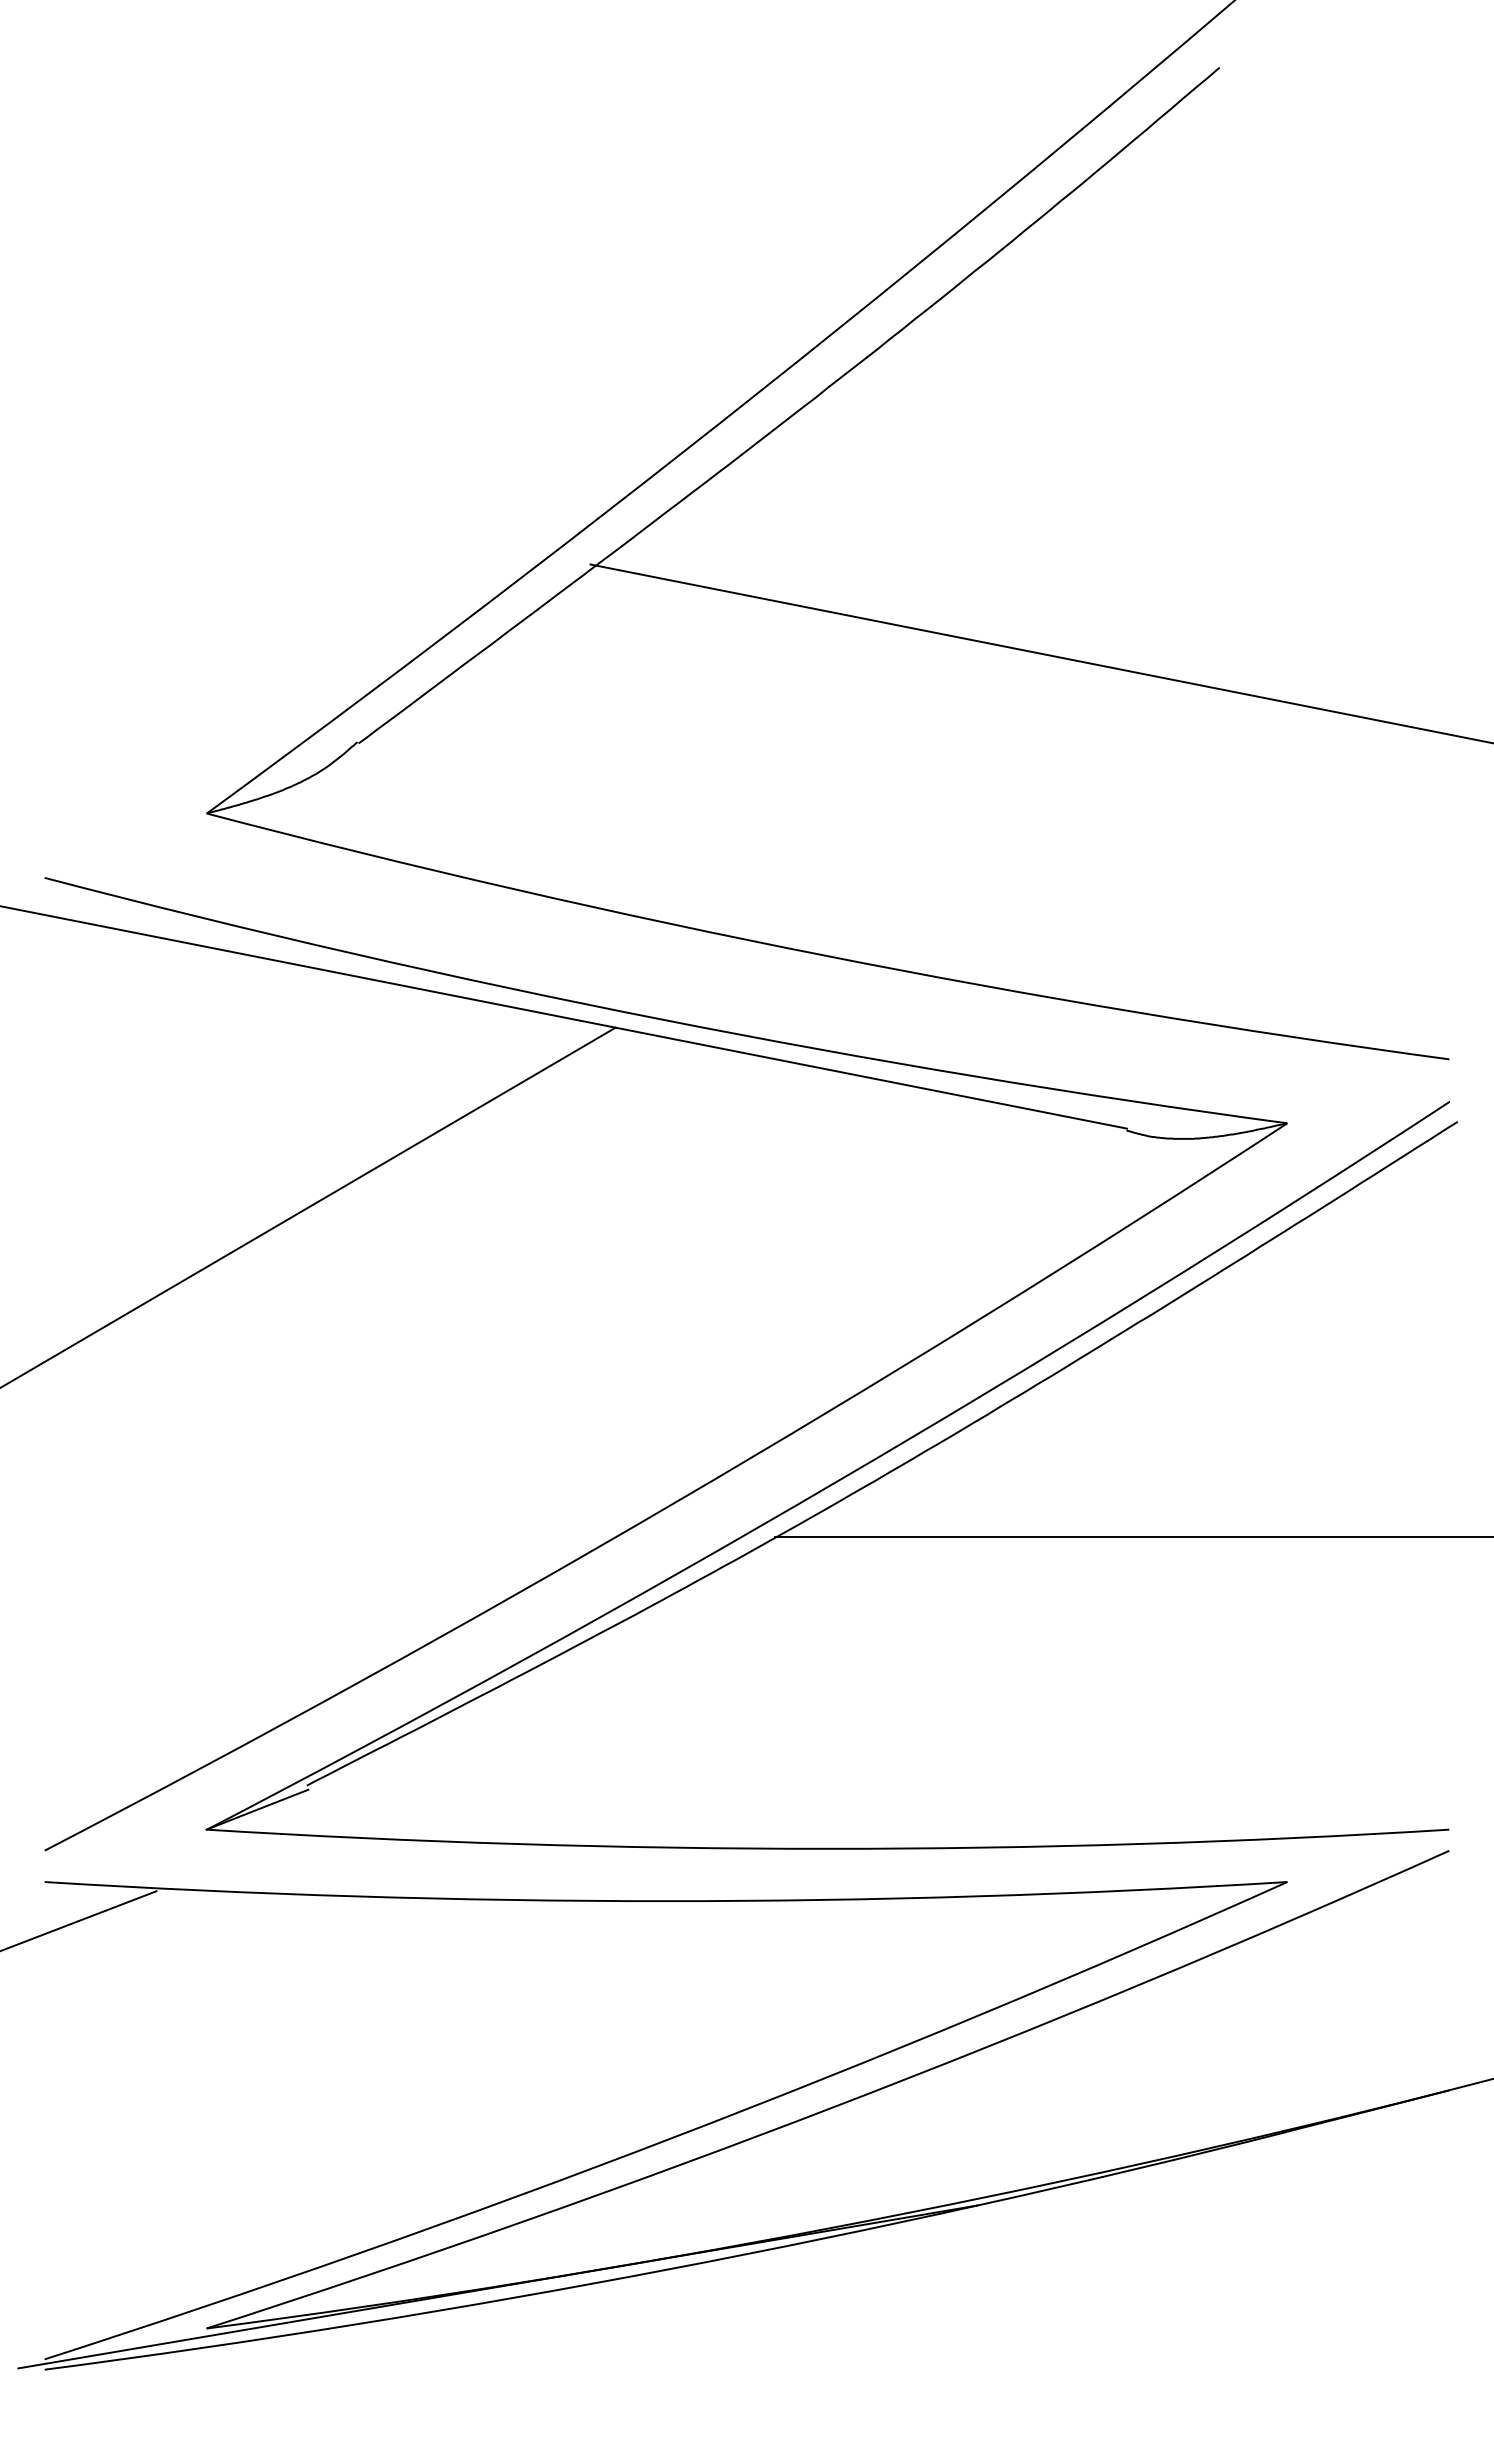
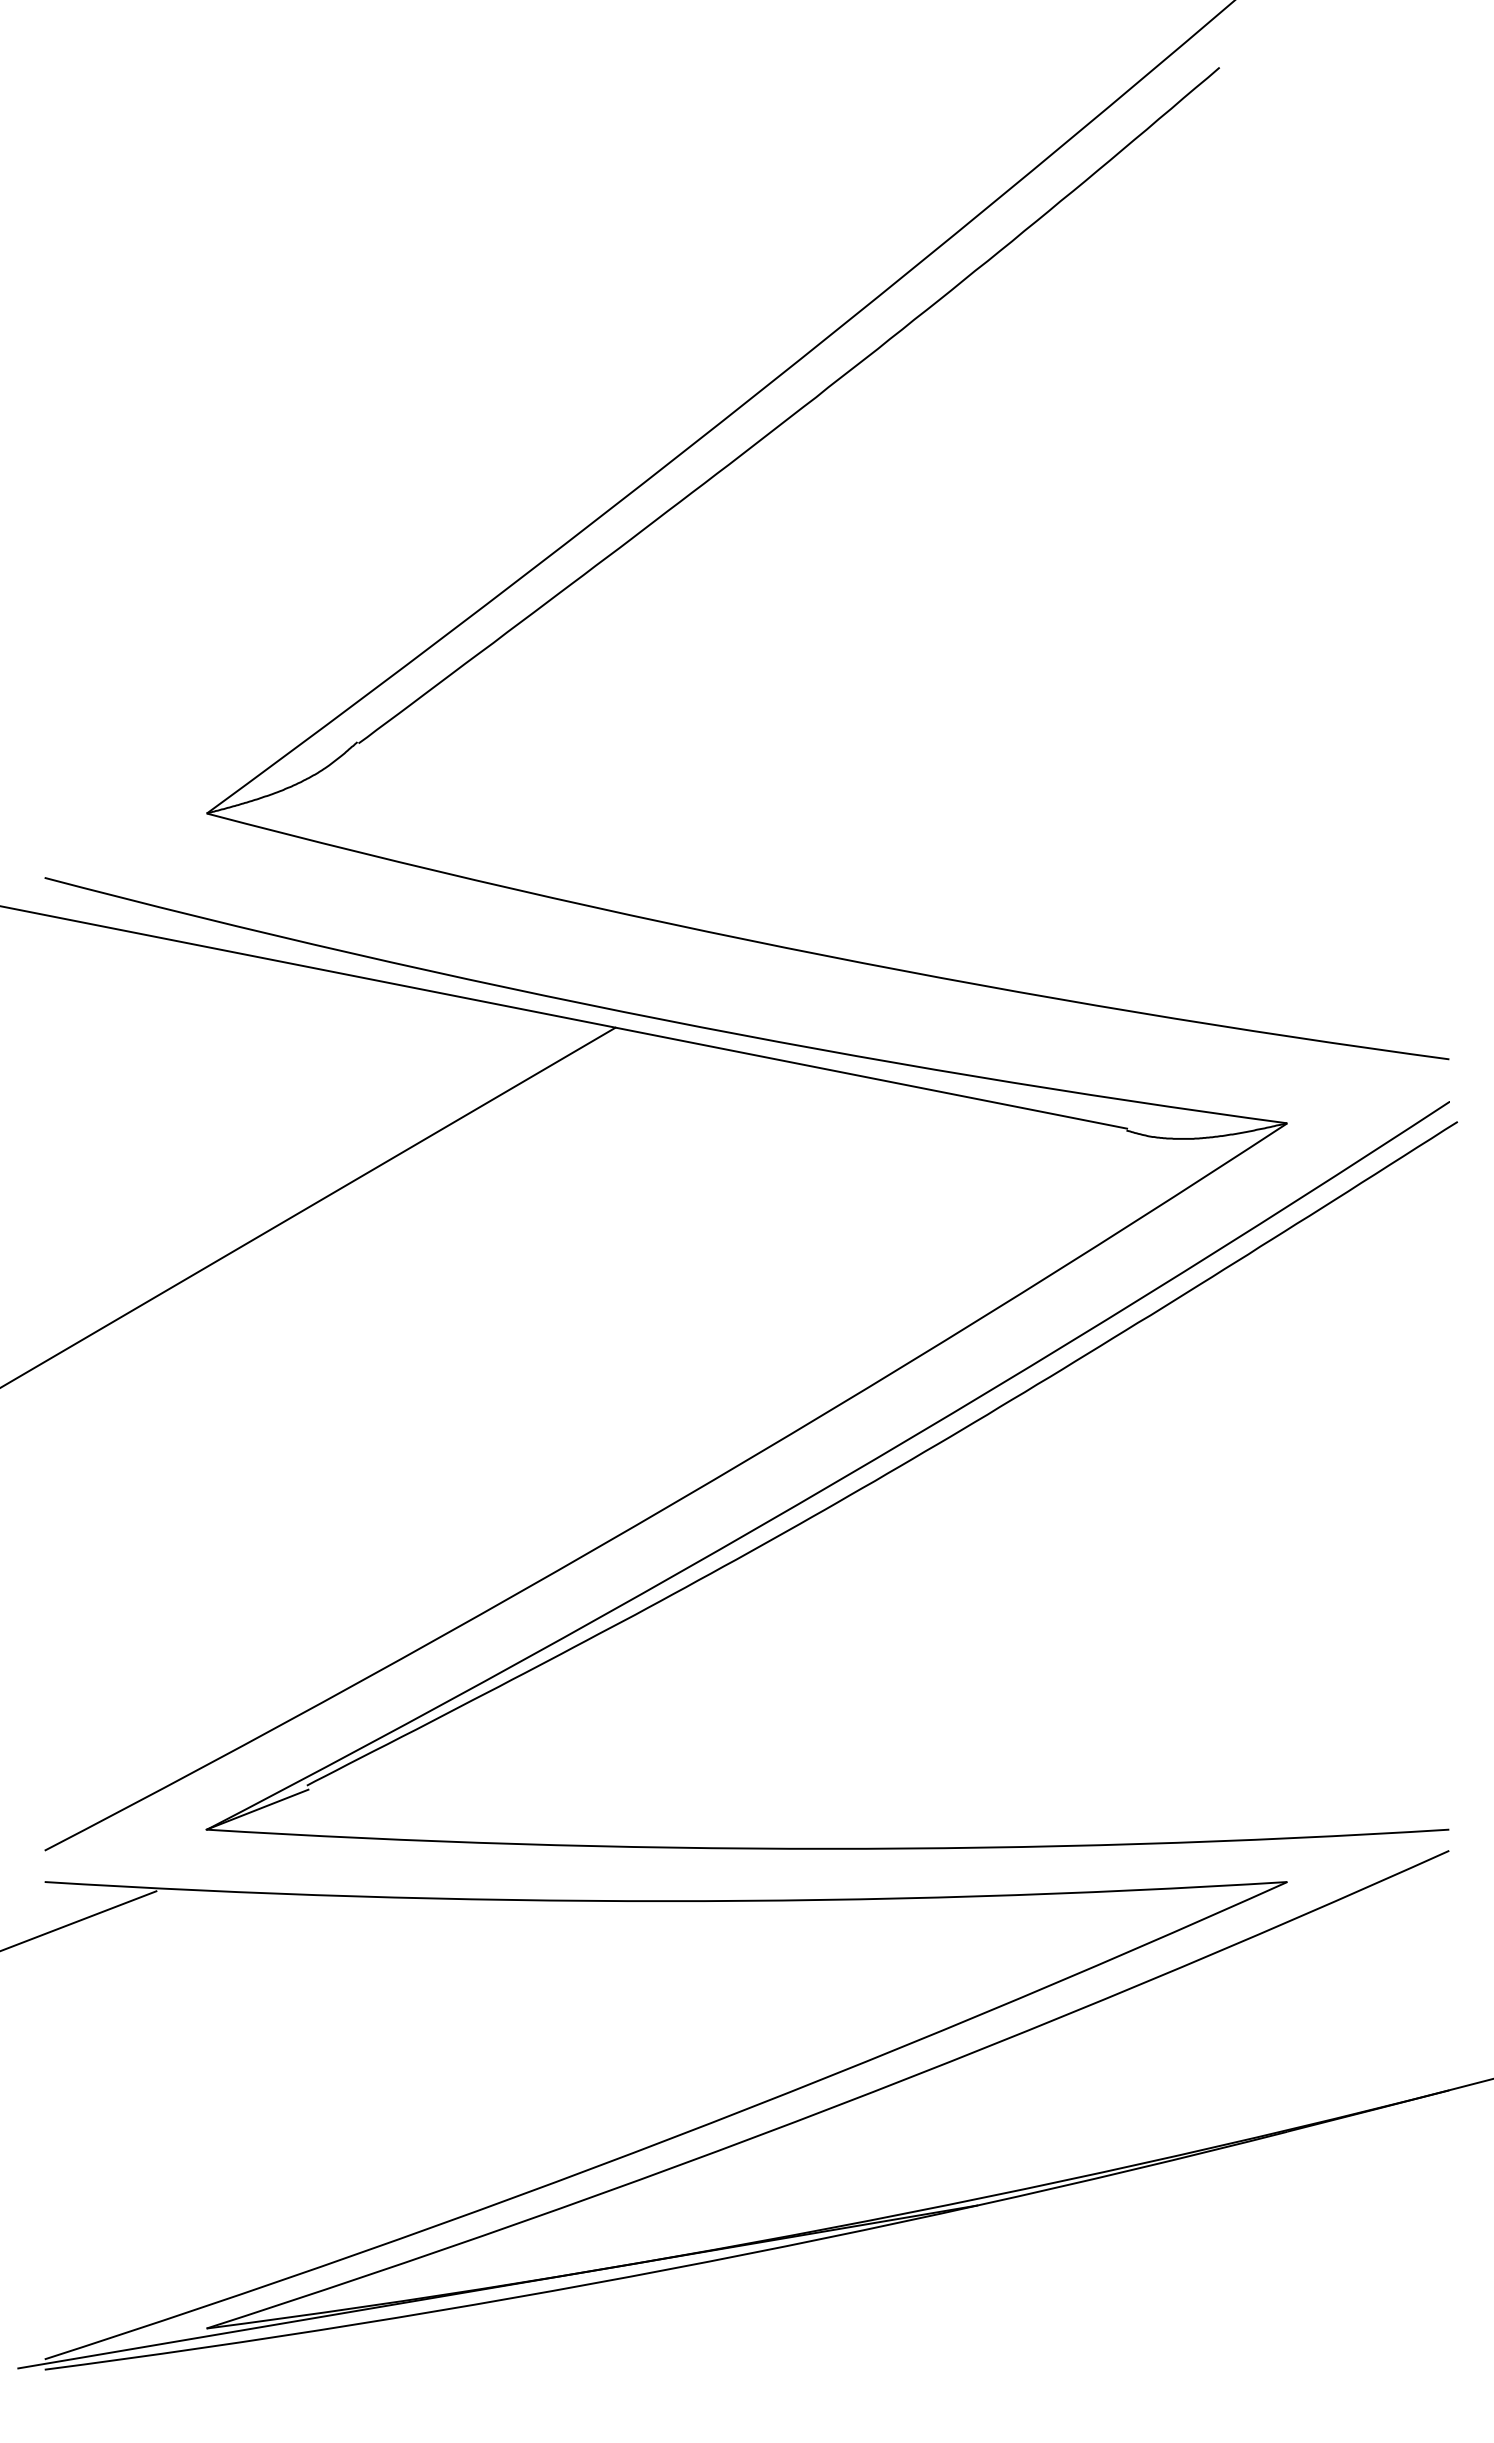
line at (1040, 653): present -> none
line at (1132, 1536): present -> none
